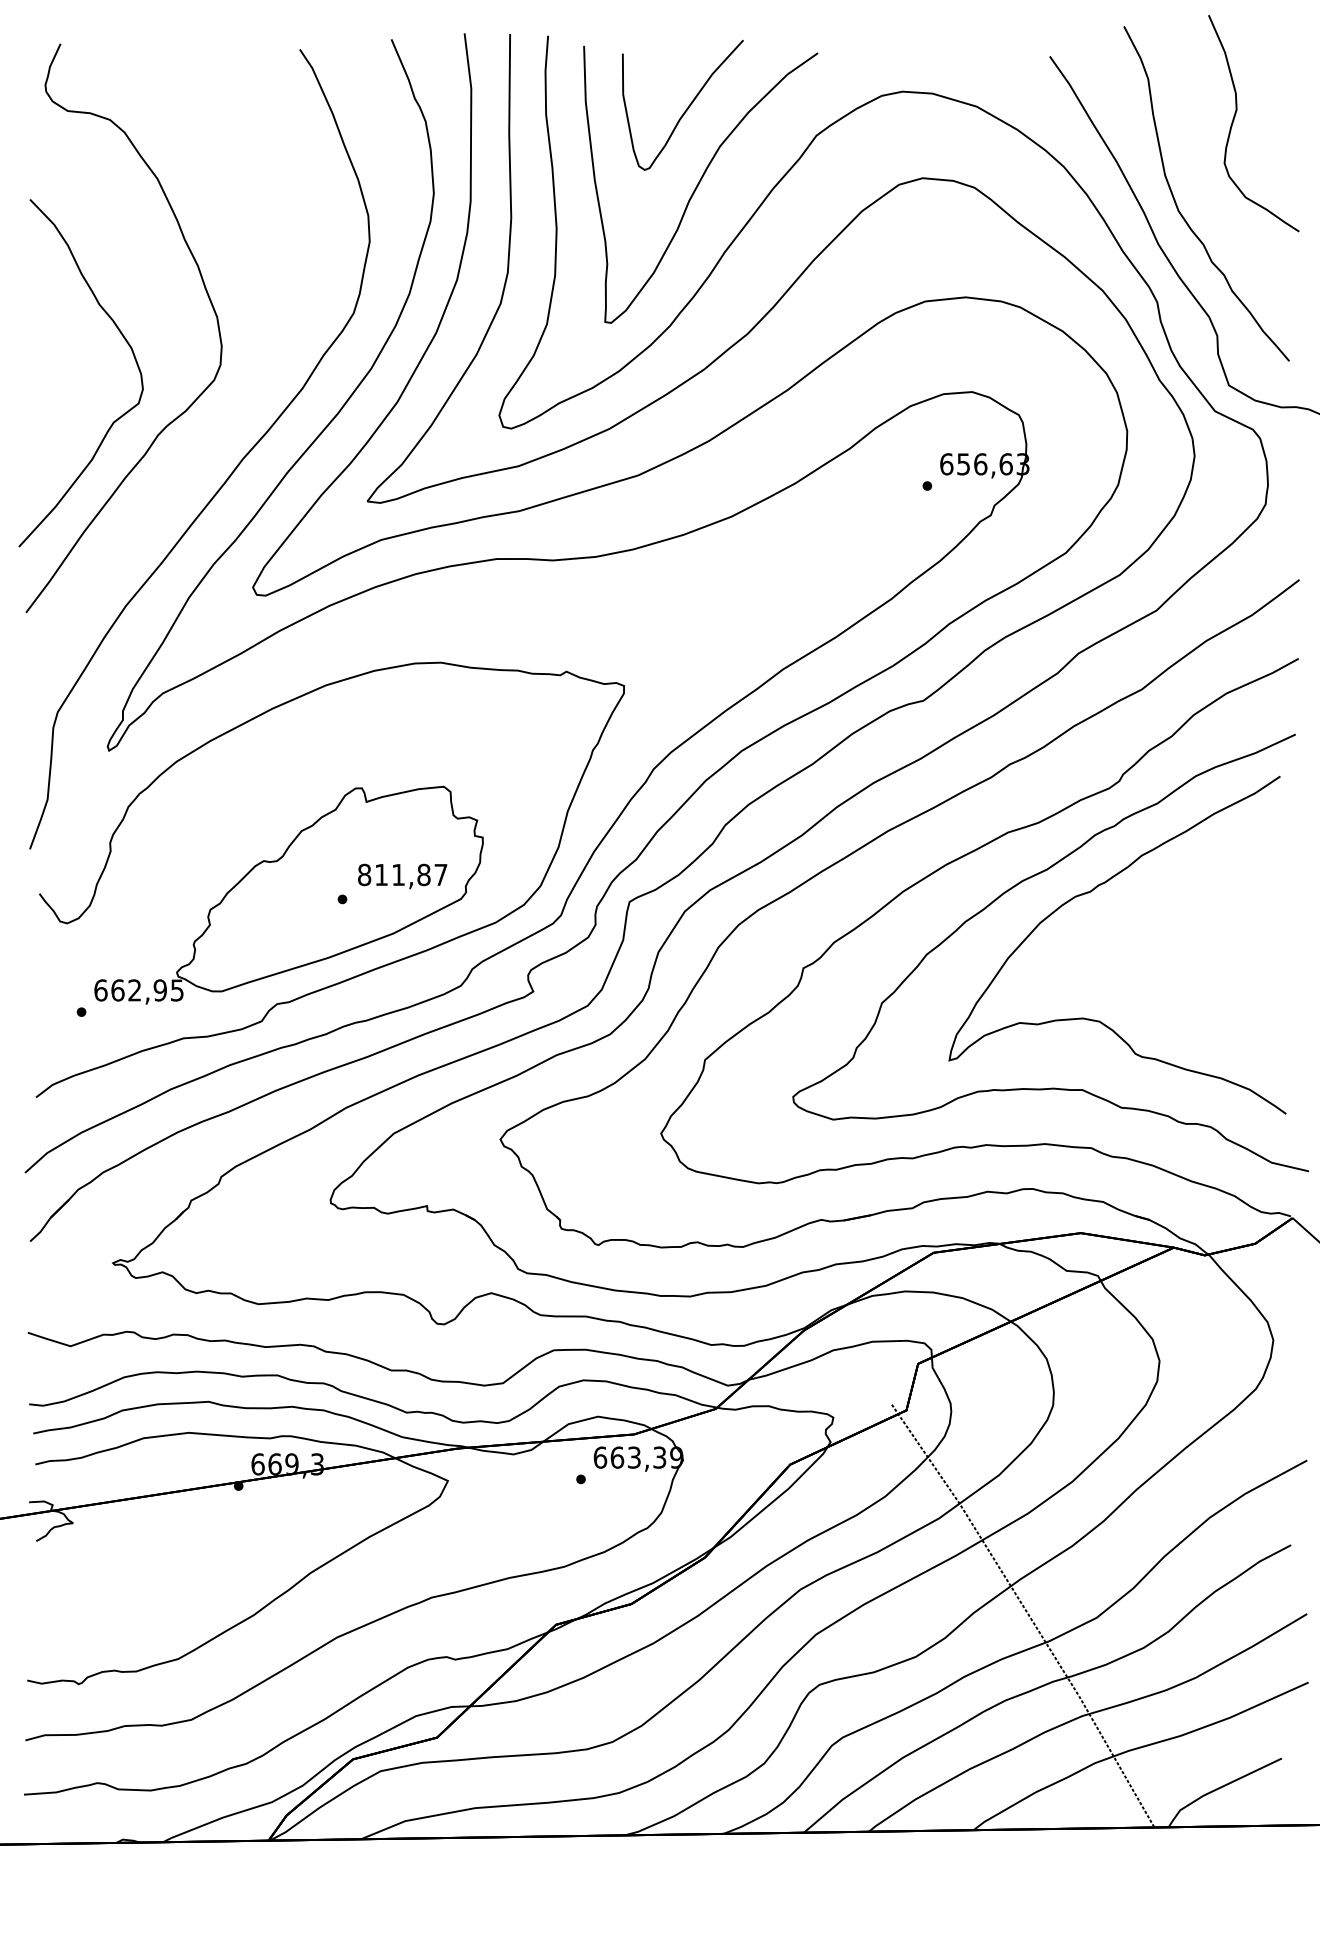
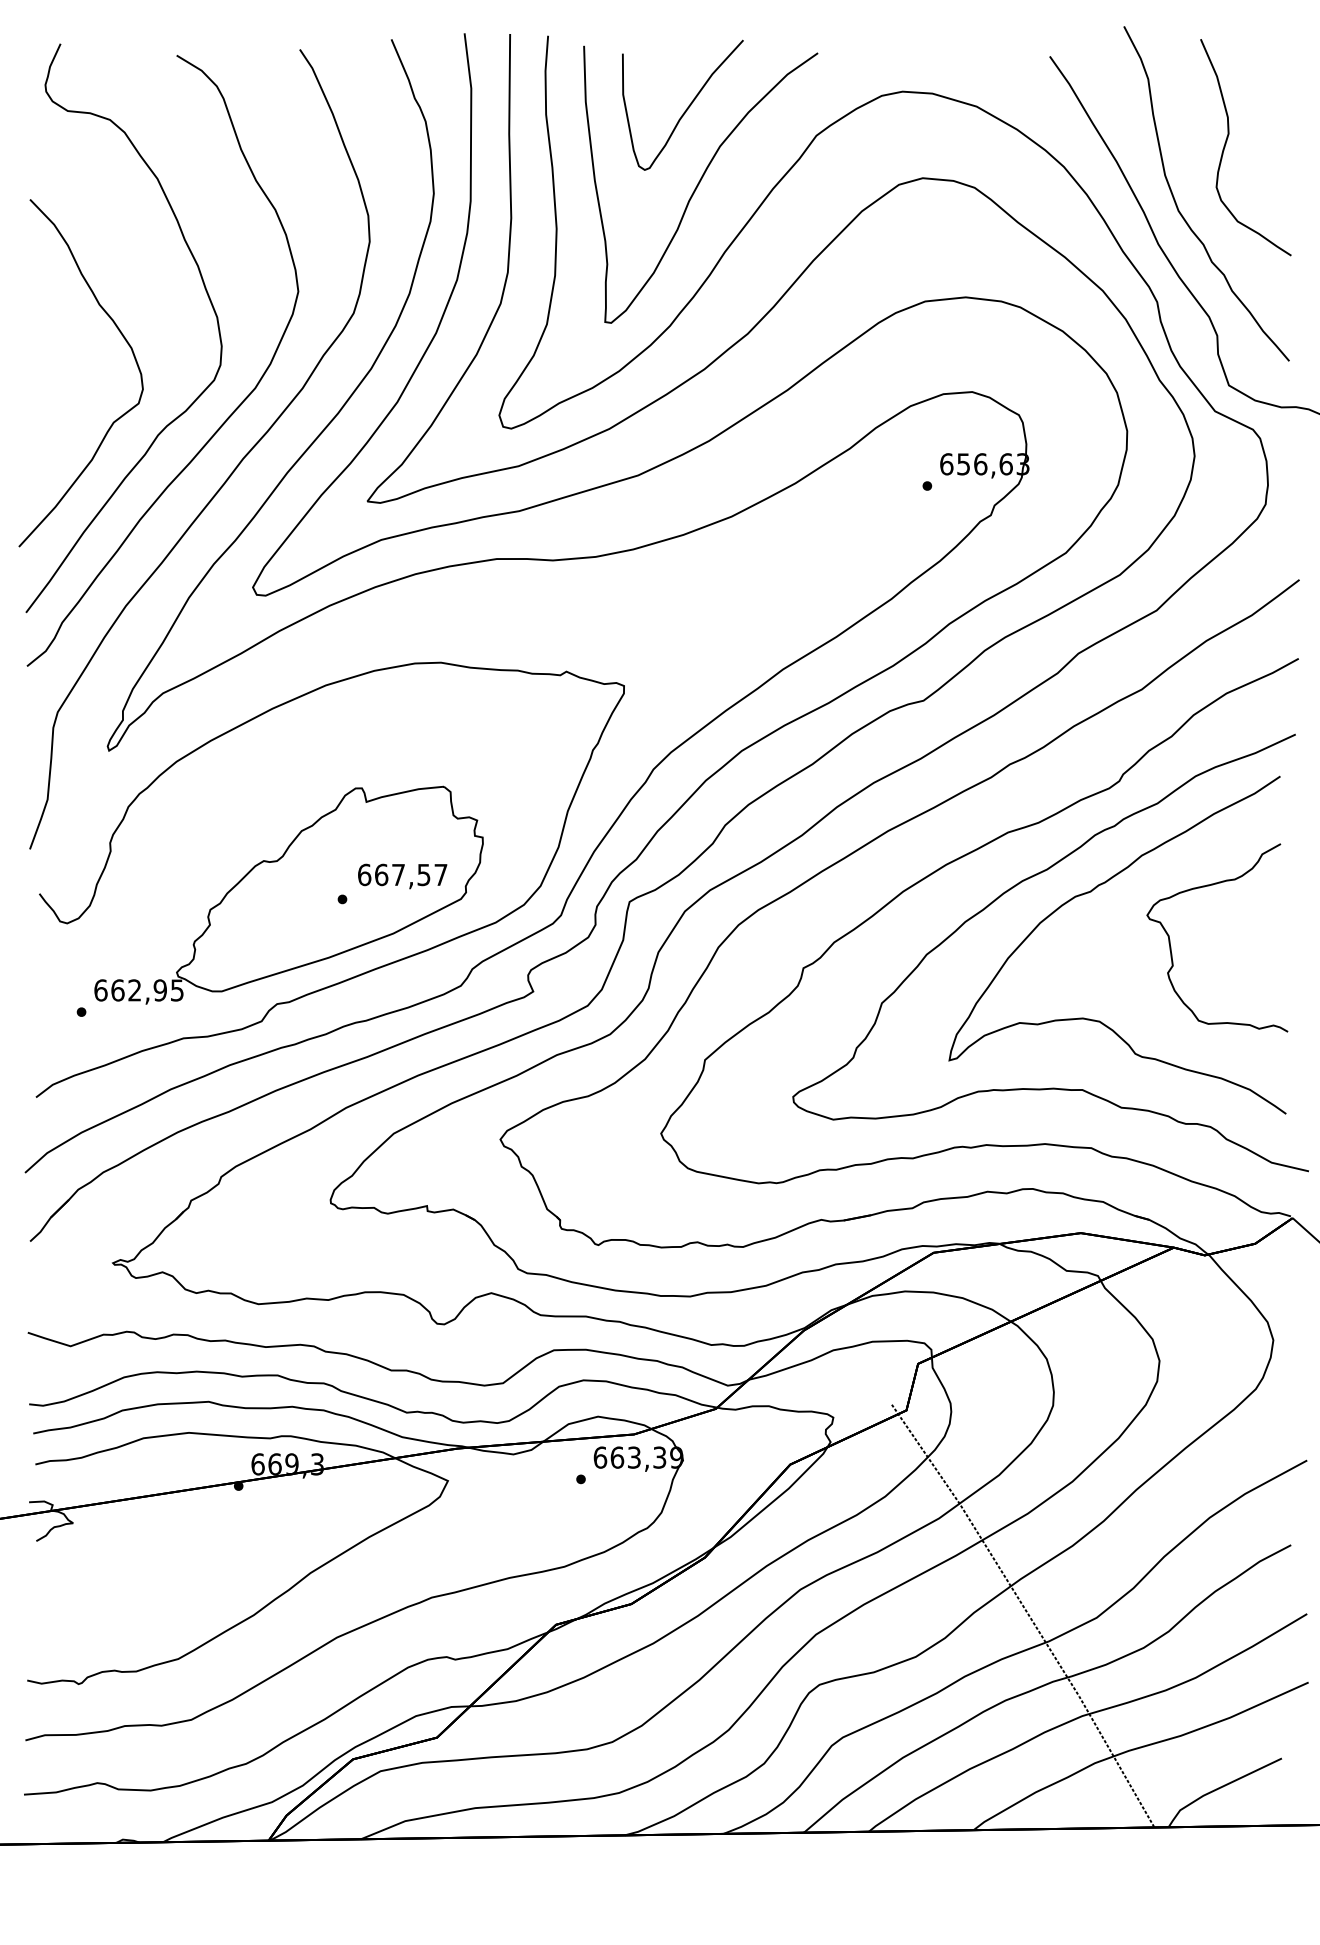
curve at (1235, 117) position: (1235, 117) -> (1227, 141)
curve at (226, 418): none -> present
text at (394, 874): 811,87 -> 667,57
curve at (1171, 946): none -> present
